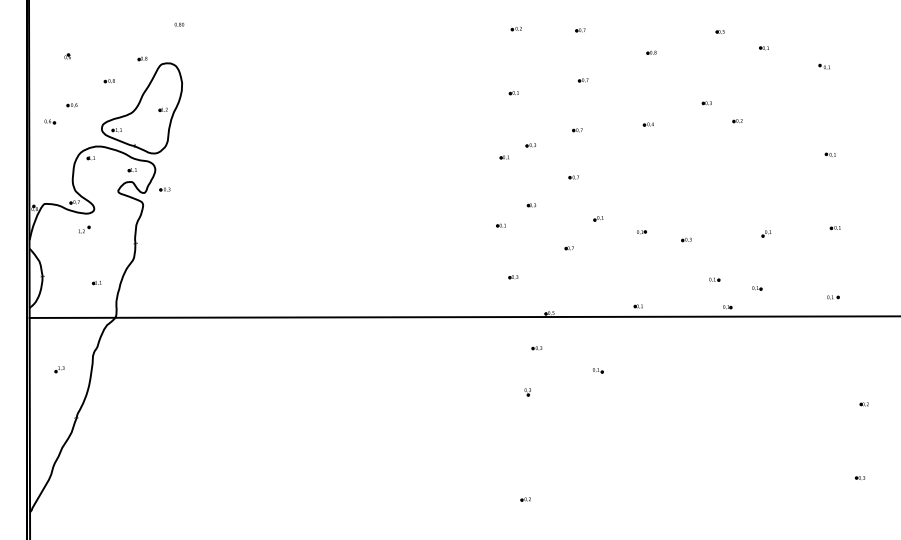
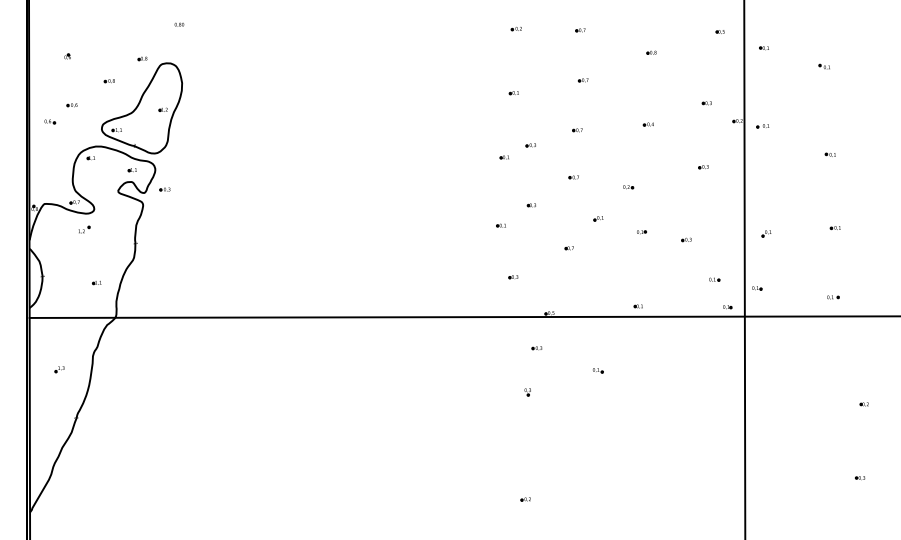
part at (762, 126): none -> present
part at (703, 167): none -> present
part at (628, 187): none -> present
line at (744, 269): none -> present
